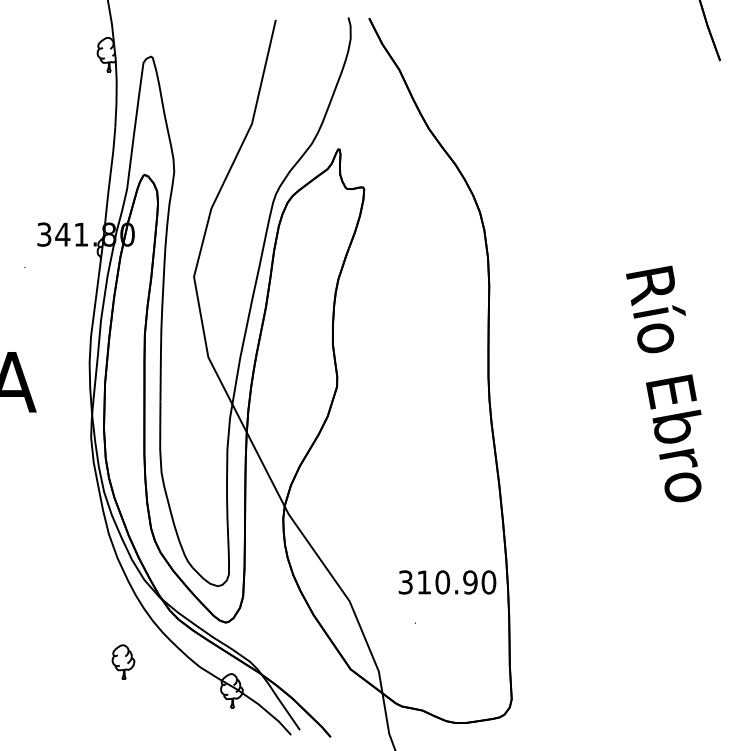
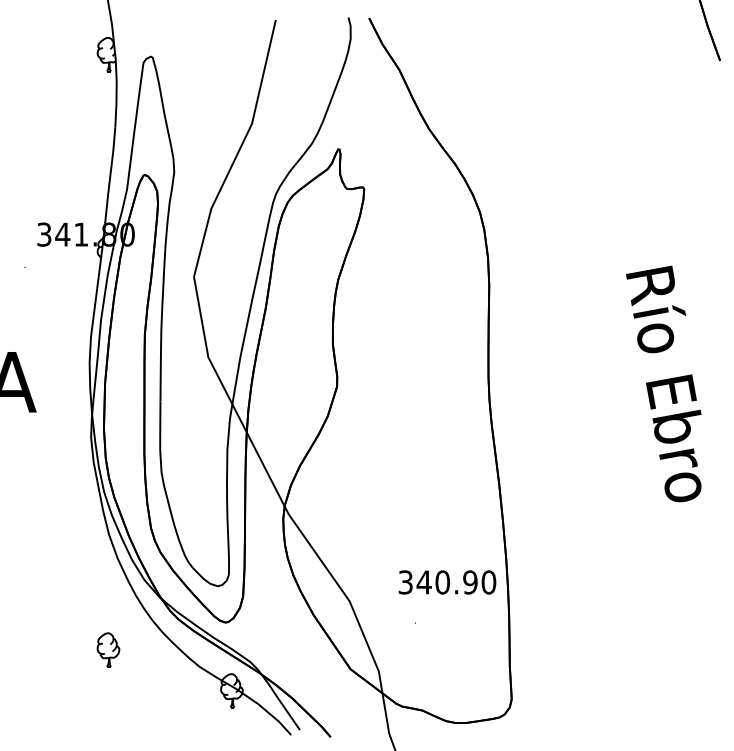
text at (423, 582): 310.90 -> 340.90
part at (123, 661) position: (123, 661) -> (108, 649)
